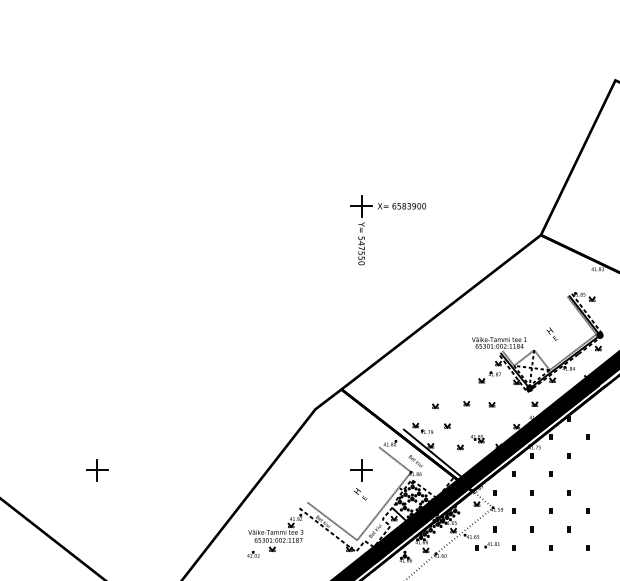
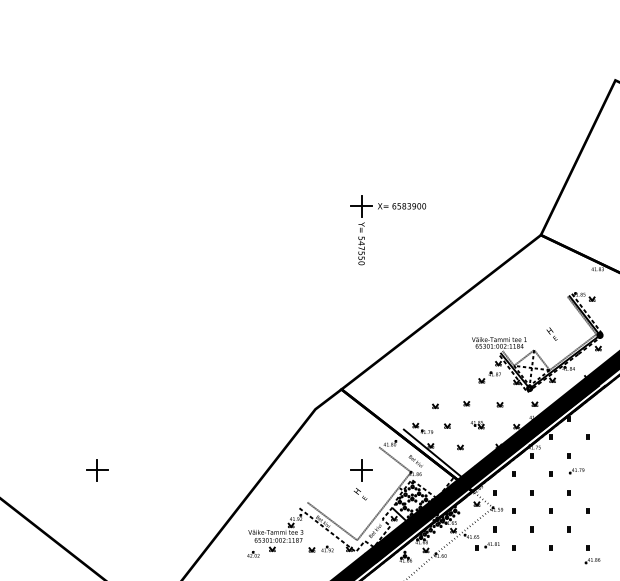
part at (491, 404) position: (491, 404) -> (499, 404)
part at (477, 439) position: (477, 439) -> (477, 425)
part at (576, 471): none -> present
part at (320, 548): none -> present
part at (592, 561): none -> present
